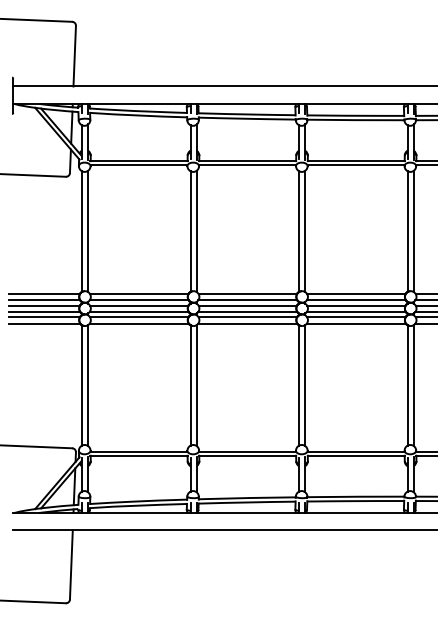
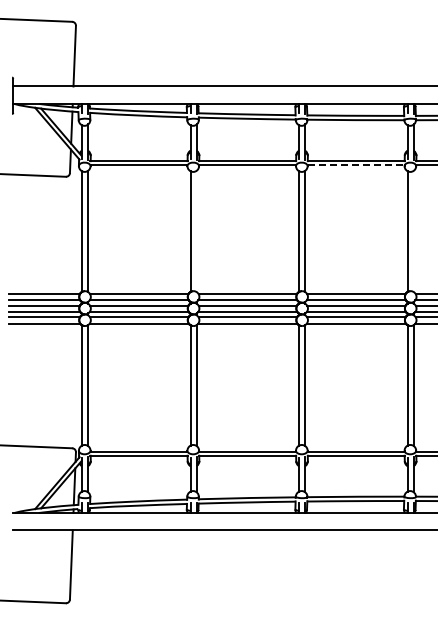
line at (356, 165): solid -> dashed
line at (196, 231): present -> none
line at (413, 231): present -> none
